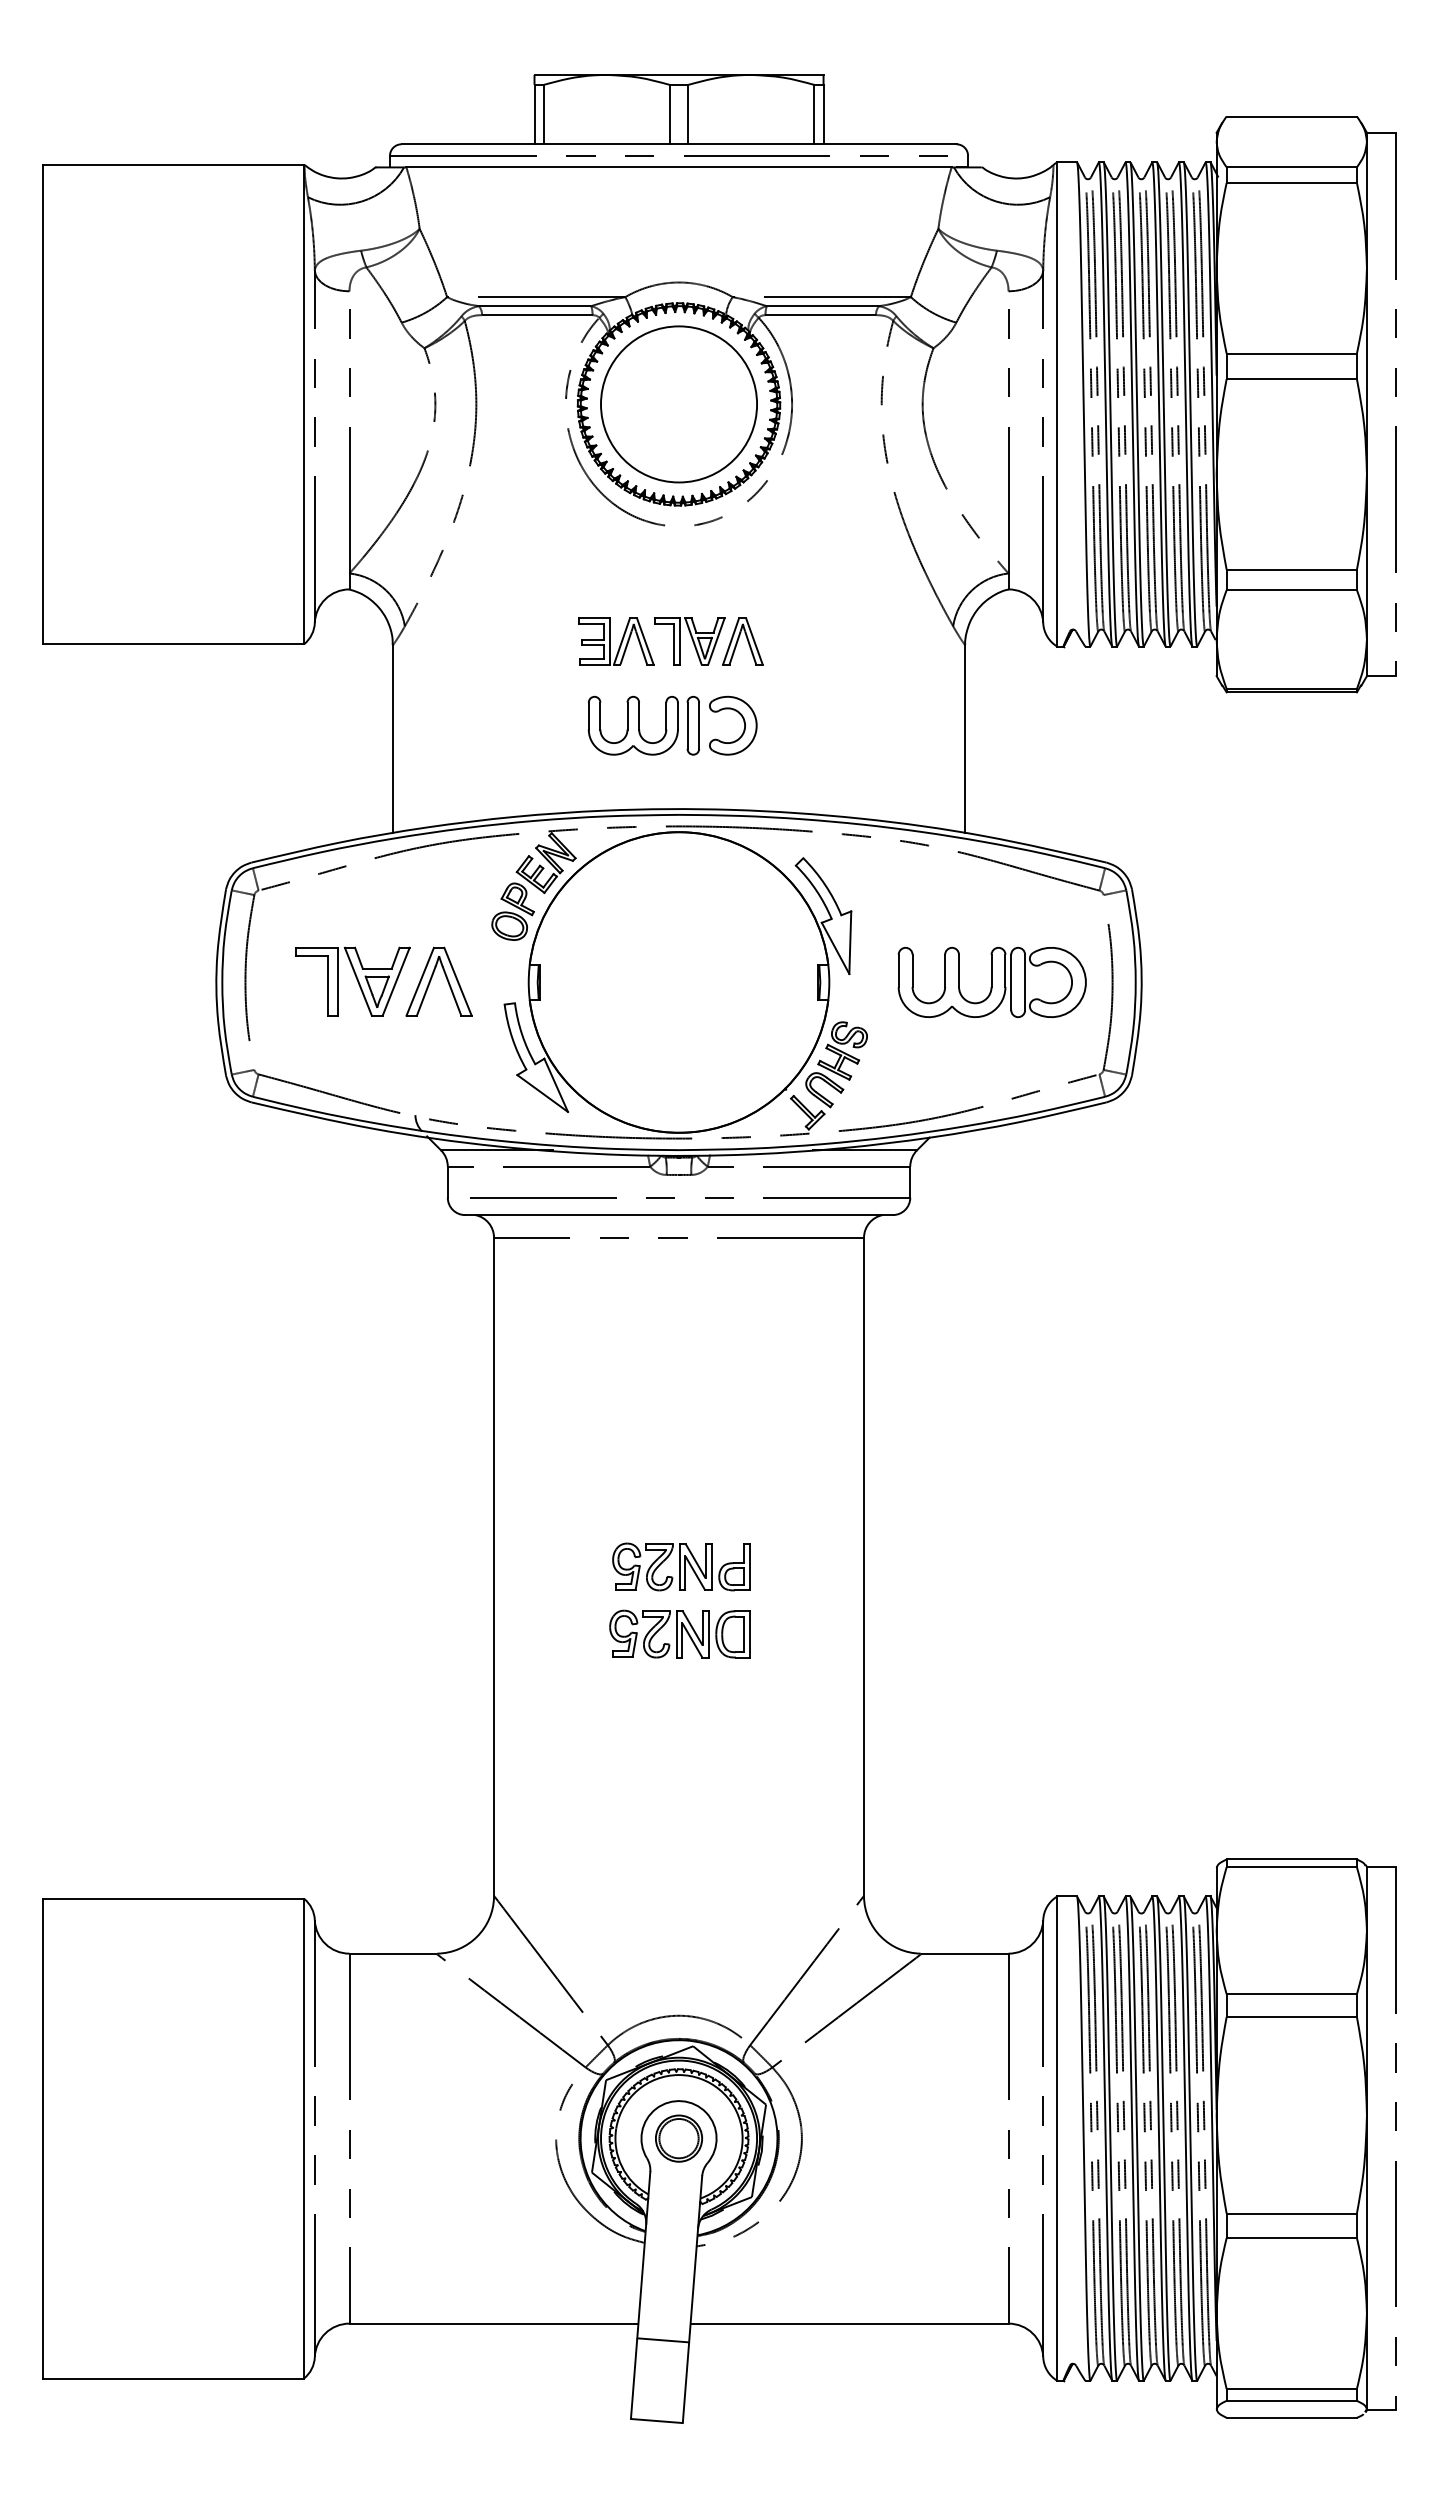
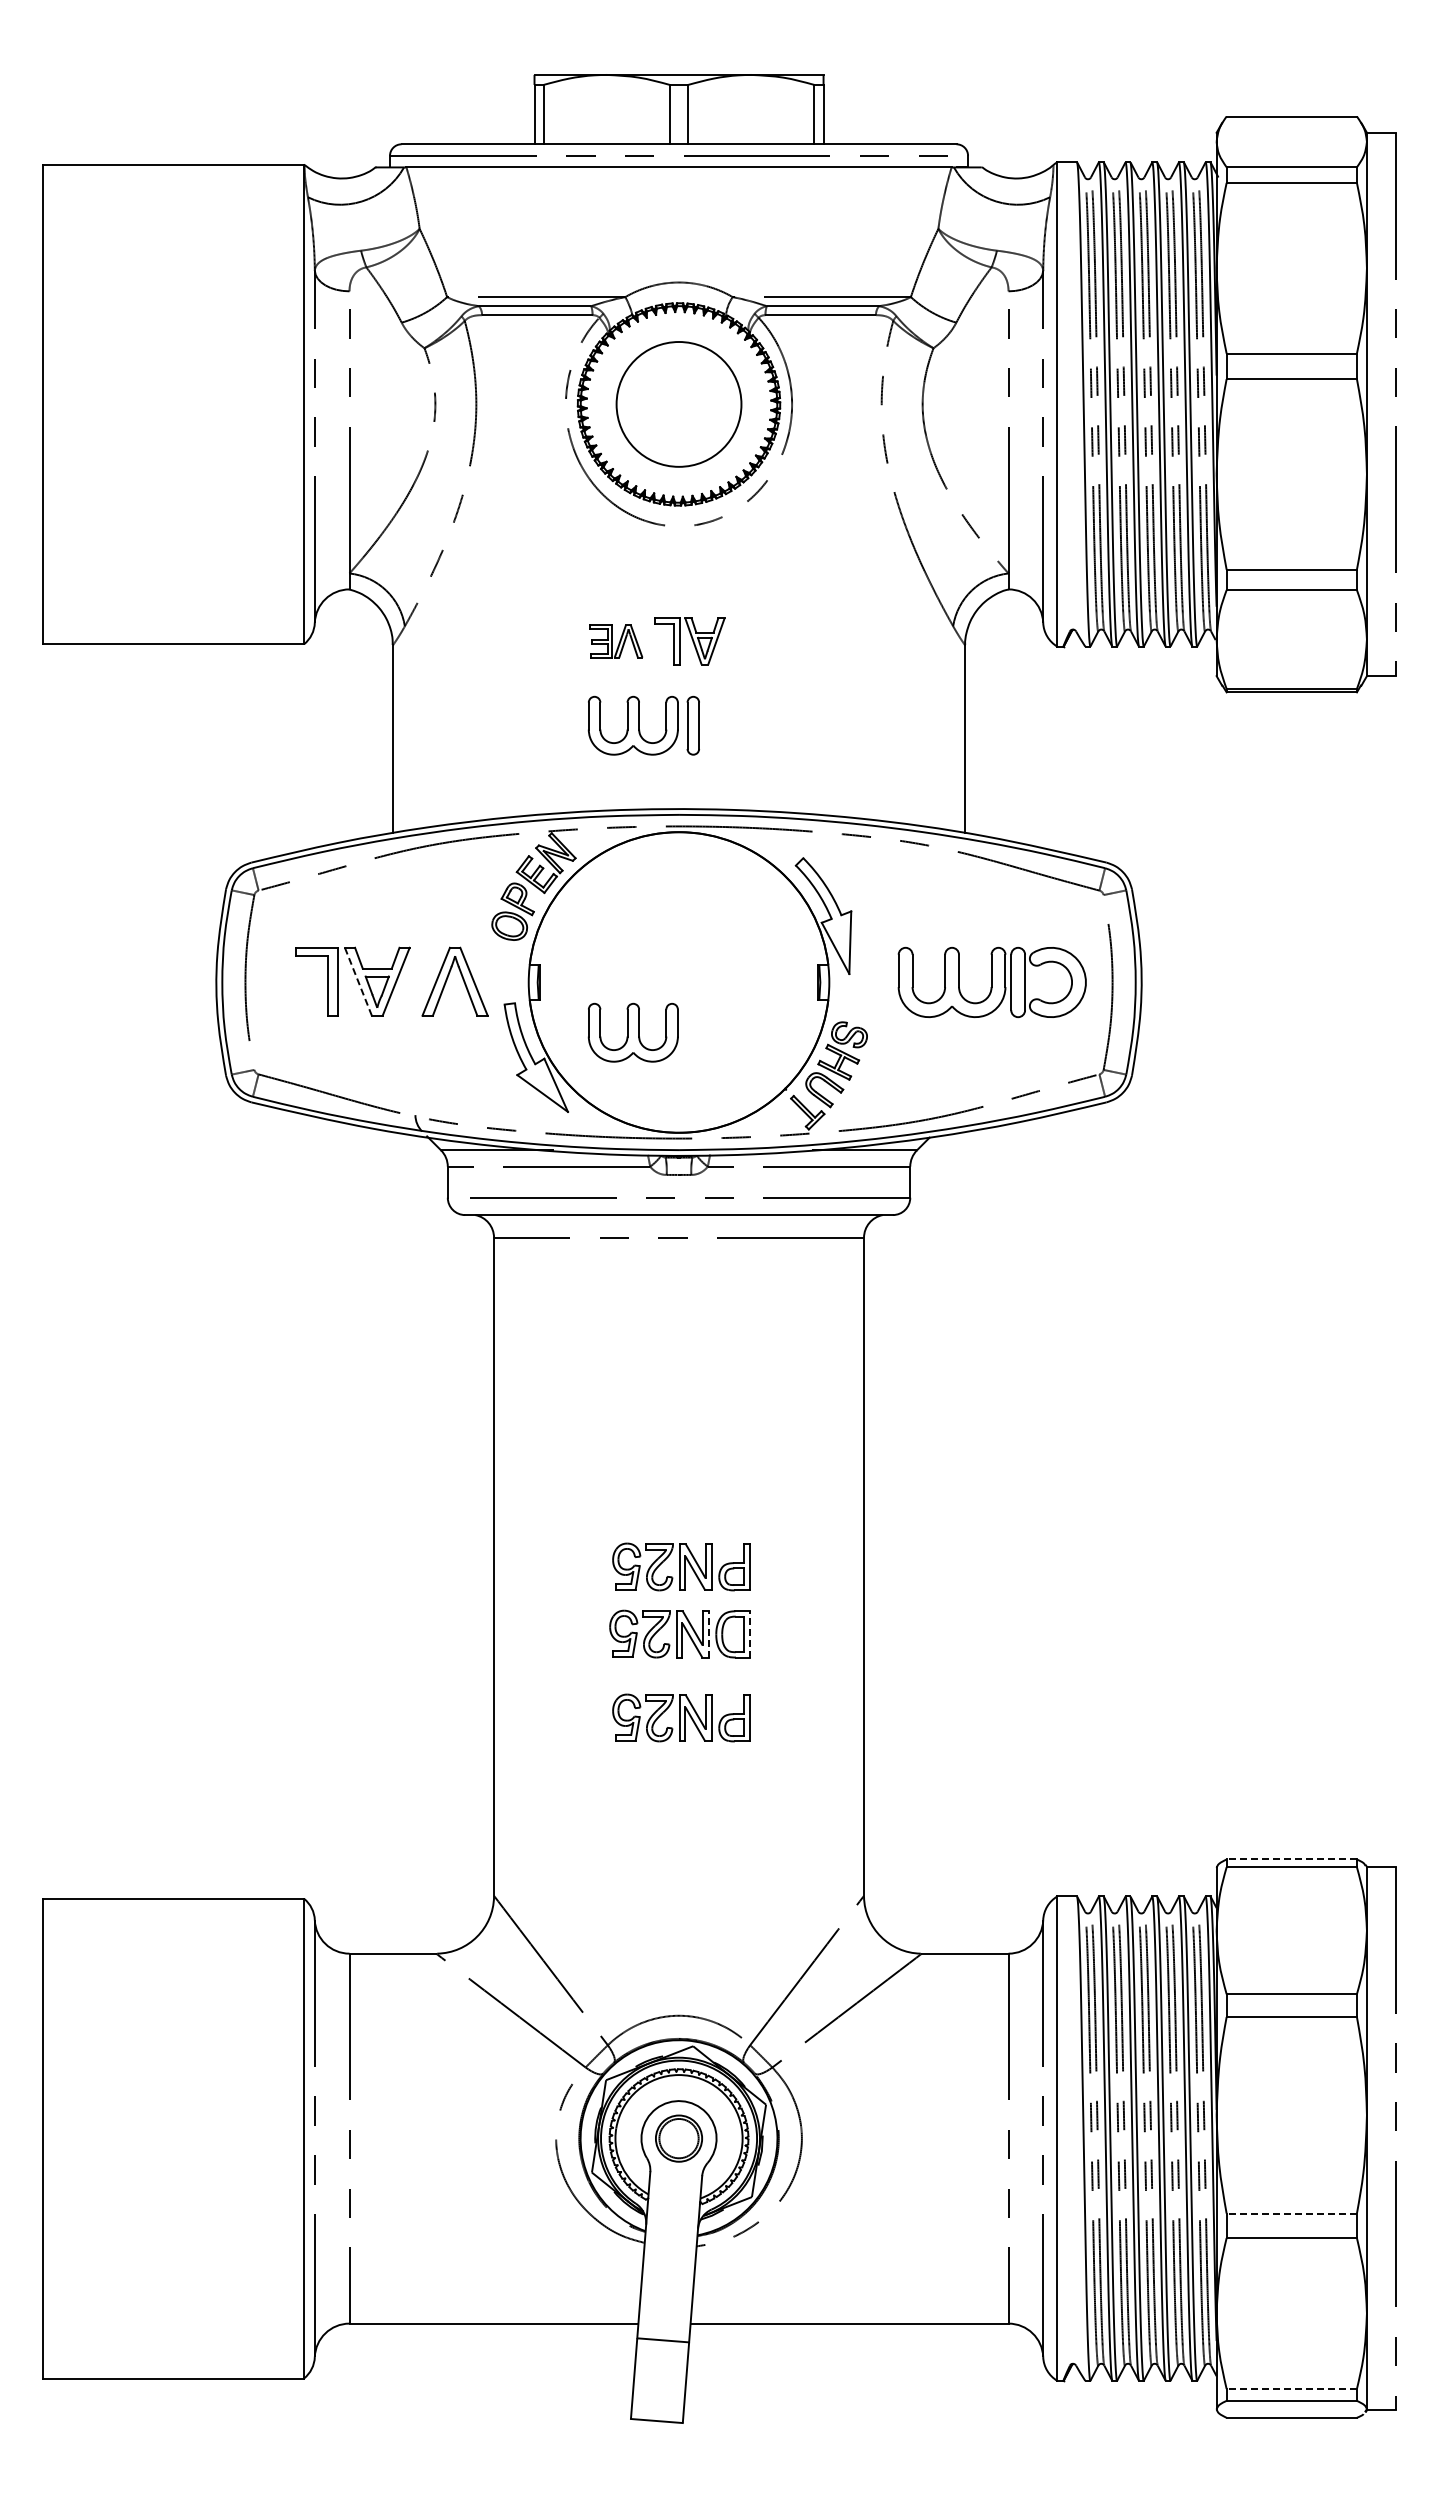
circle at (679, 404) diameter: 156 px -> 125 px
part at (616, 641) size: 77x49 px -> 55x35 px
part at (742, 641): present -> none
part at (743, 722): present -> none
part at (432, 978) position: (432, 978) -> (448, 978)
line at (358, 981): solid -> dashed
part at (632, 1032): none -> present
line at (708, 1633): solid -> dashed
line at (750, 1633): solid -> dashed
part at (681, 1717): none -> present
line at (1291, 1859): solid -> dashed
line at (1291, 2213): solid -> dashed
line at (1291, 2389): solid -> dashed
